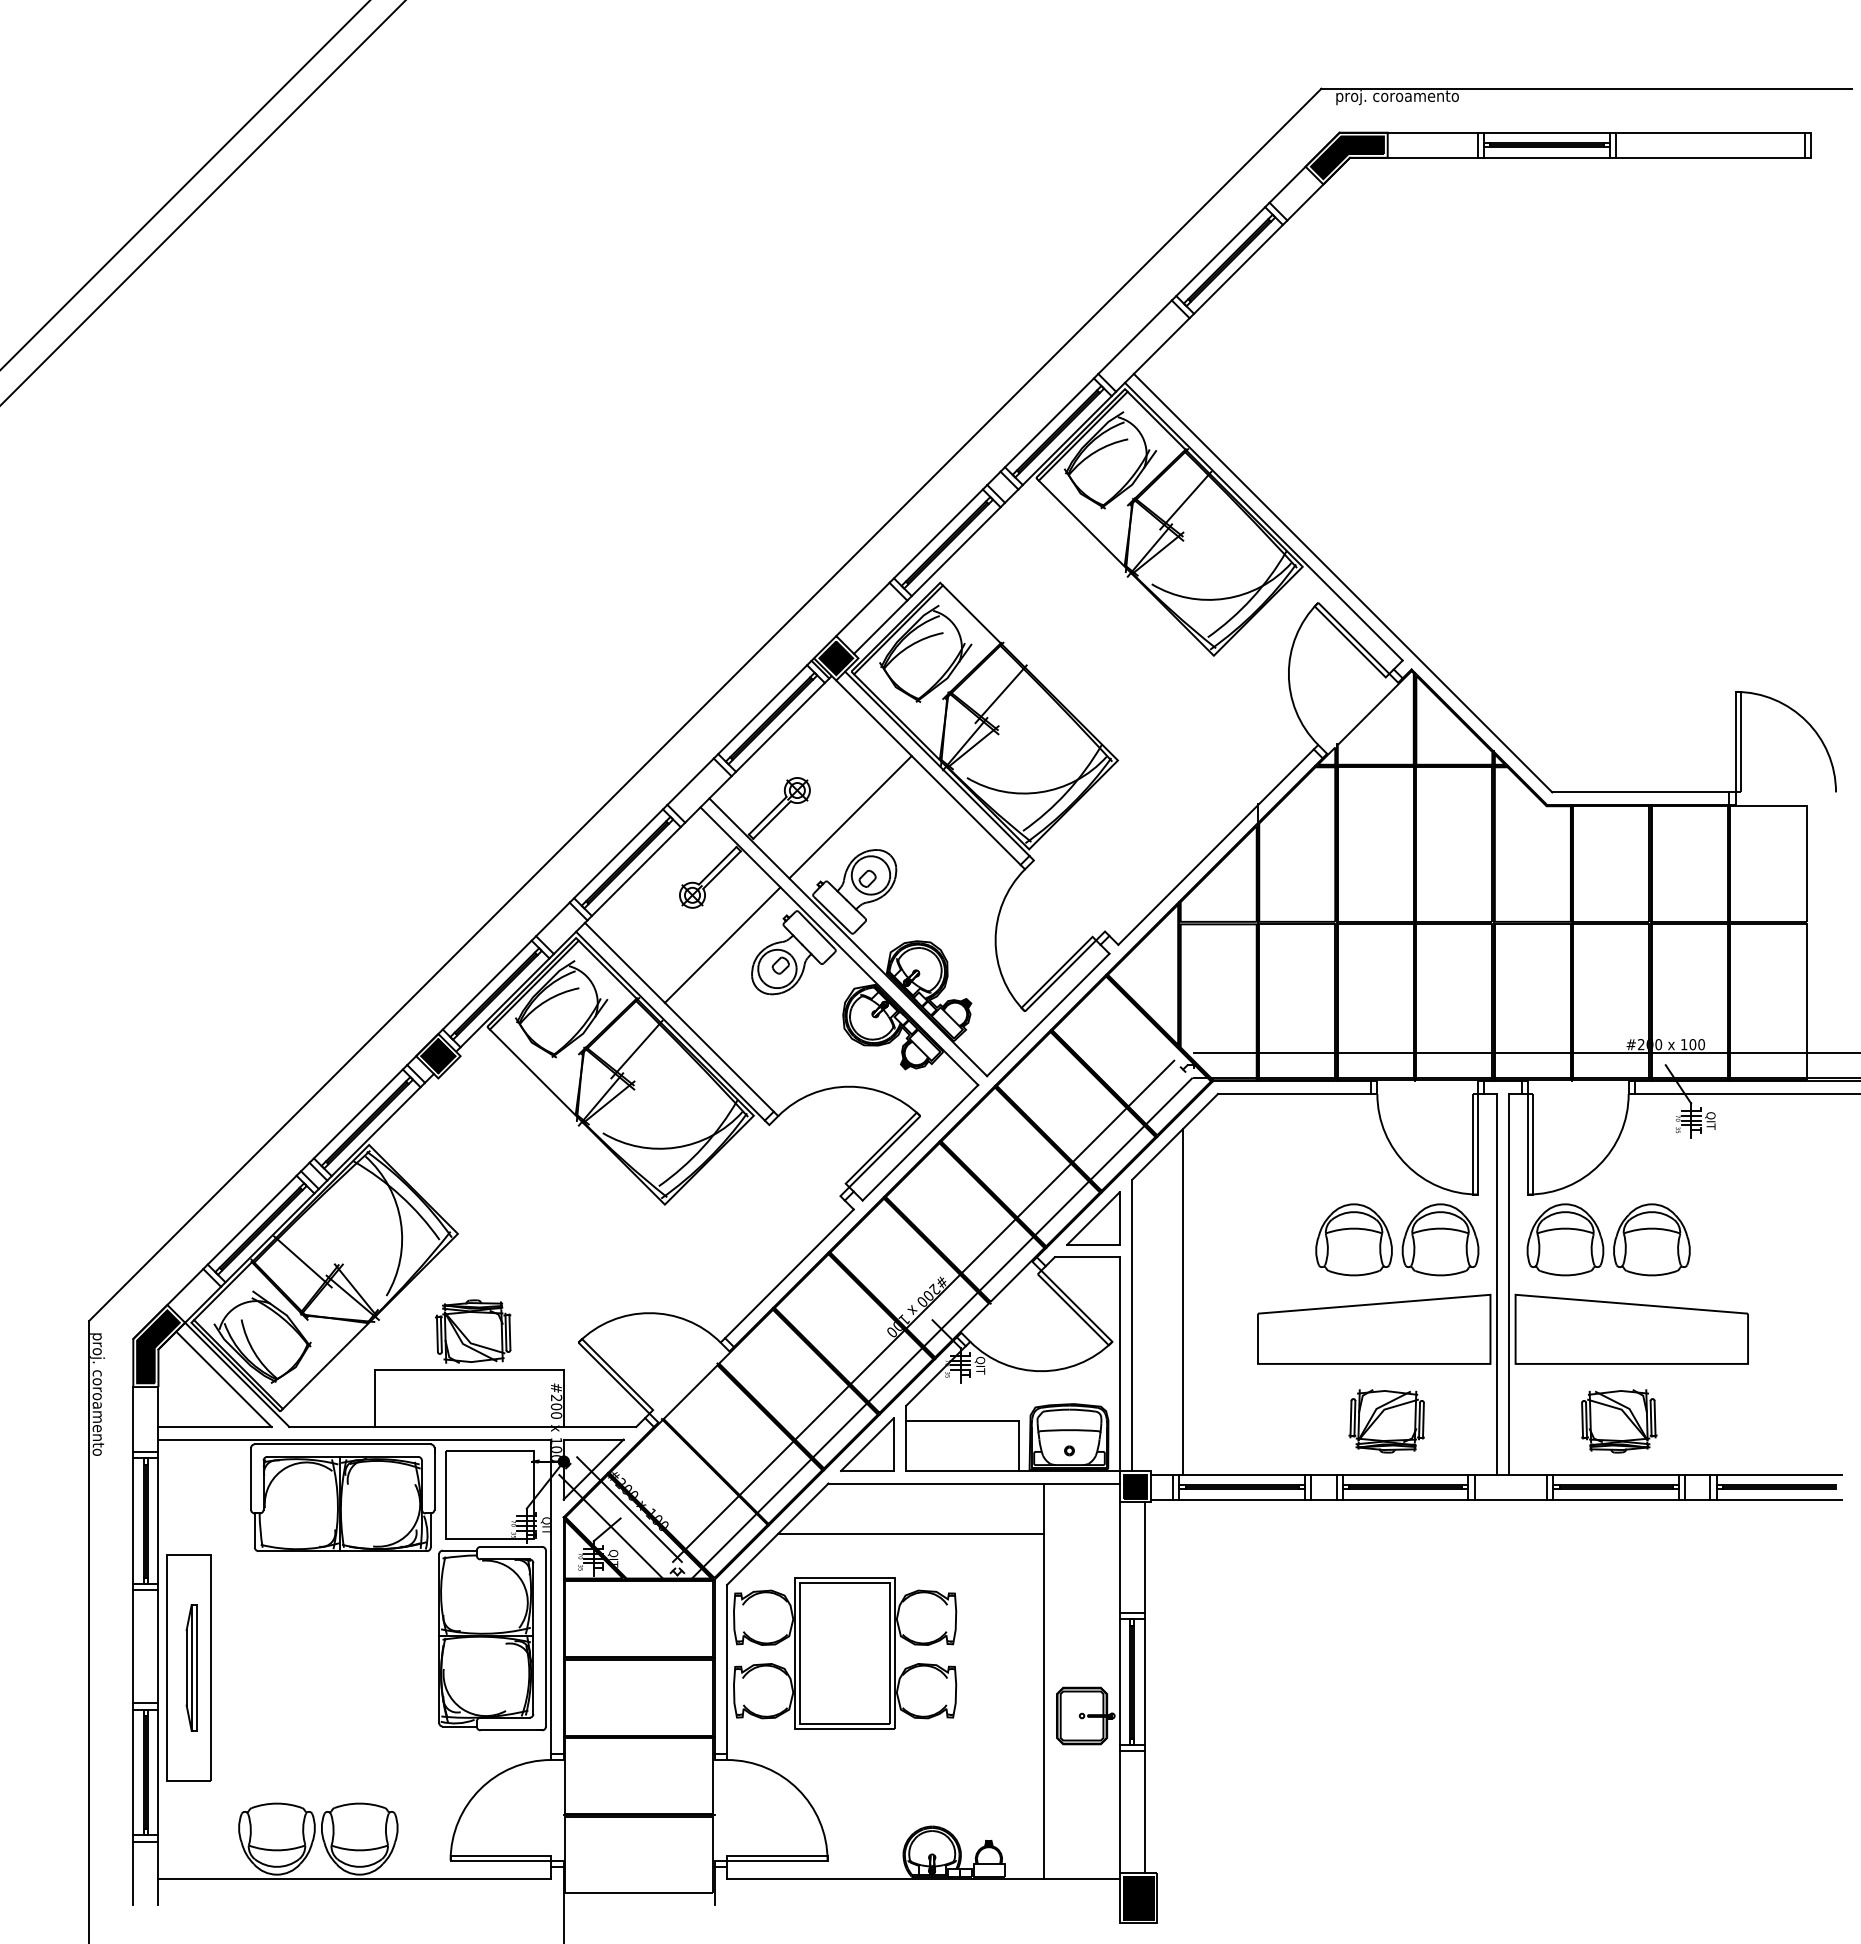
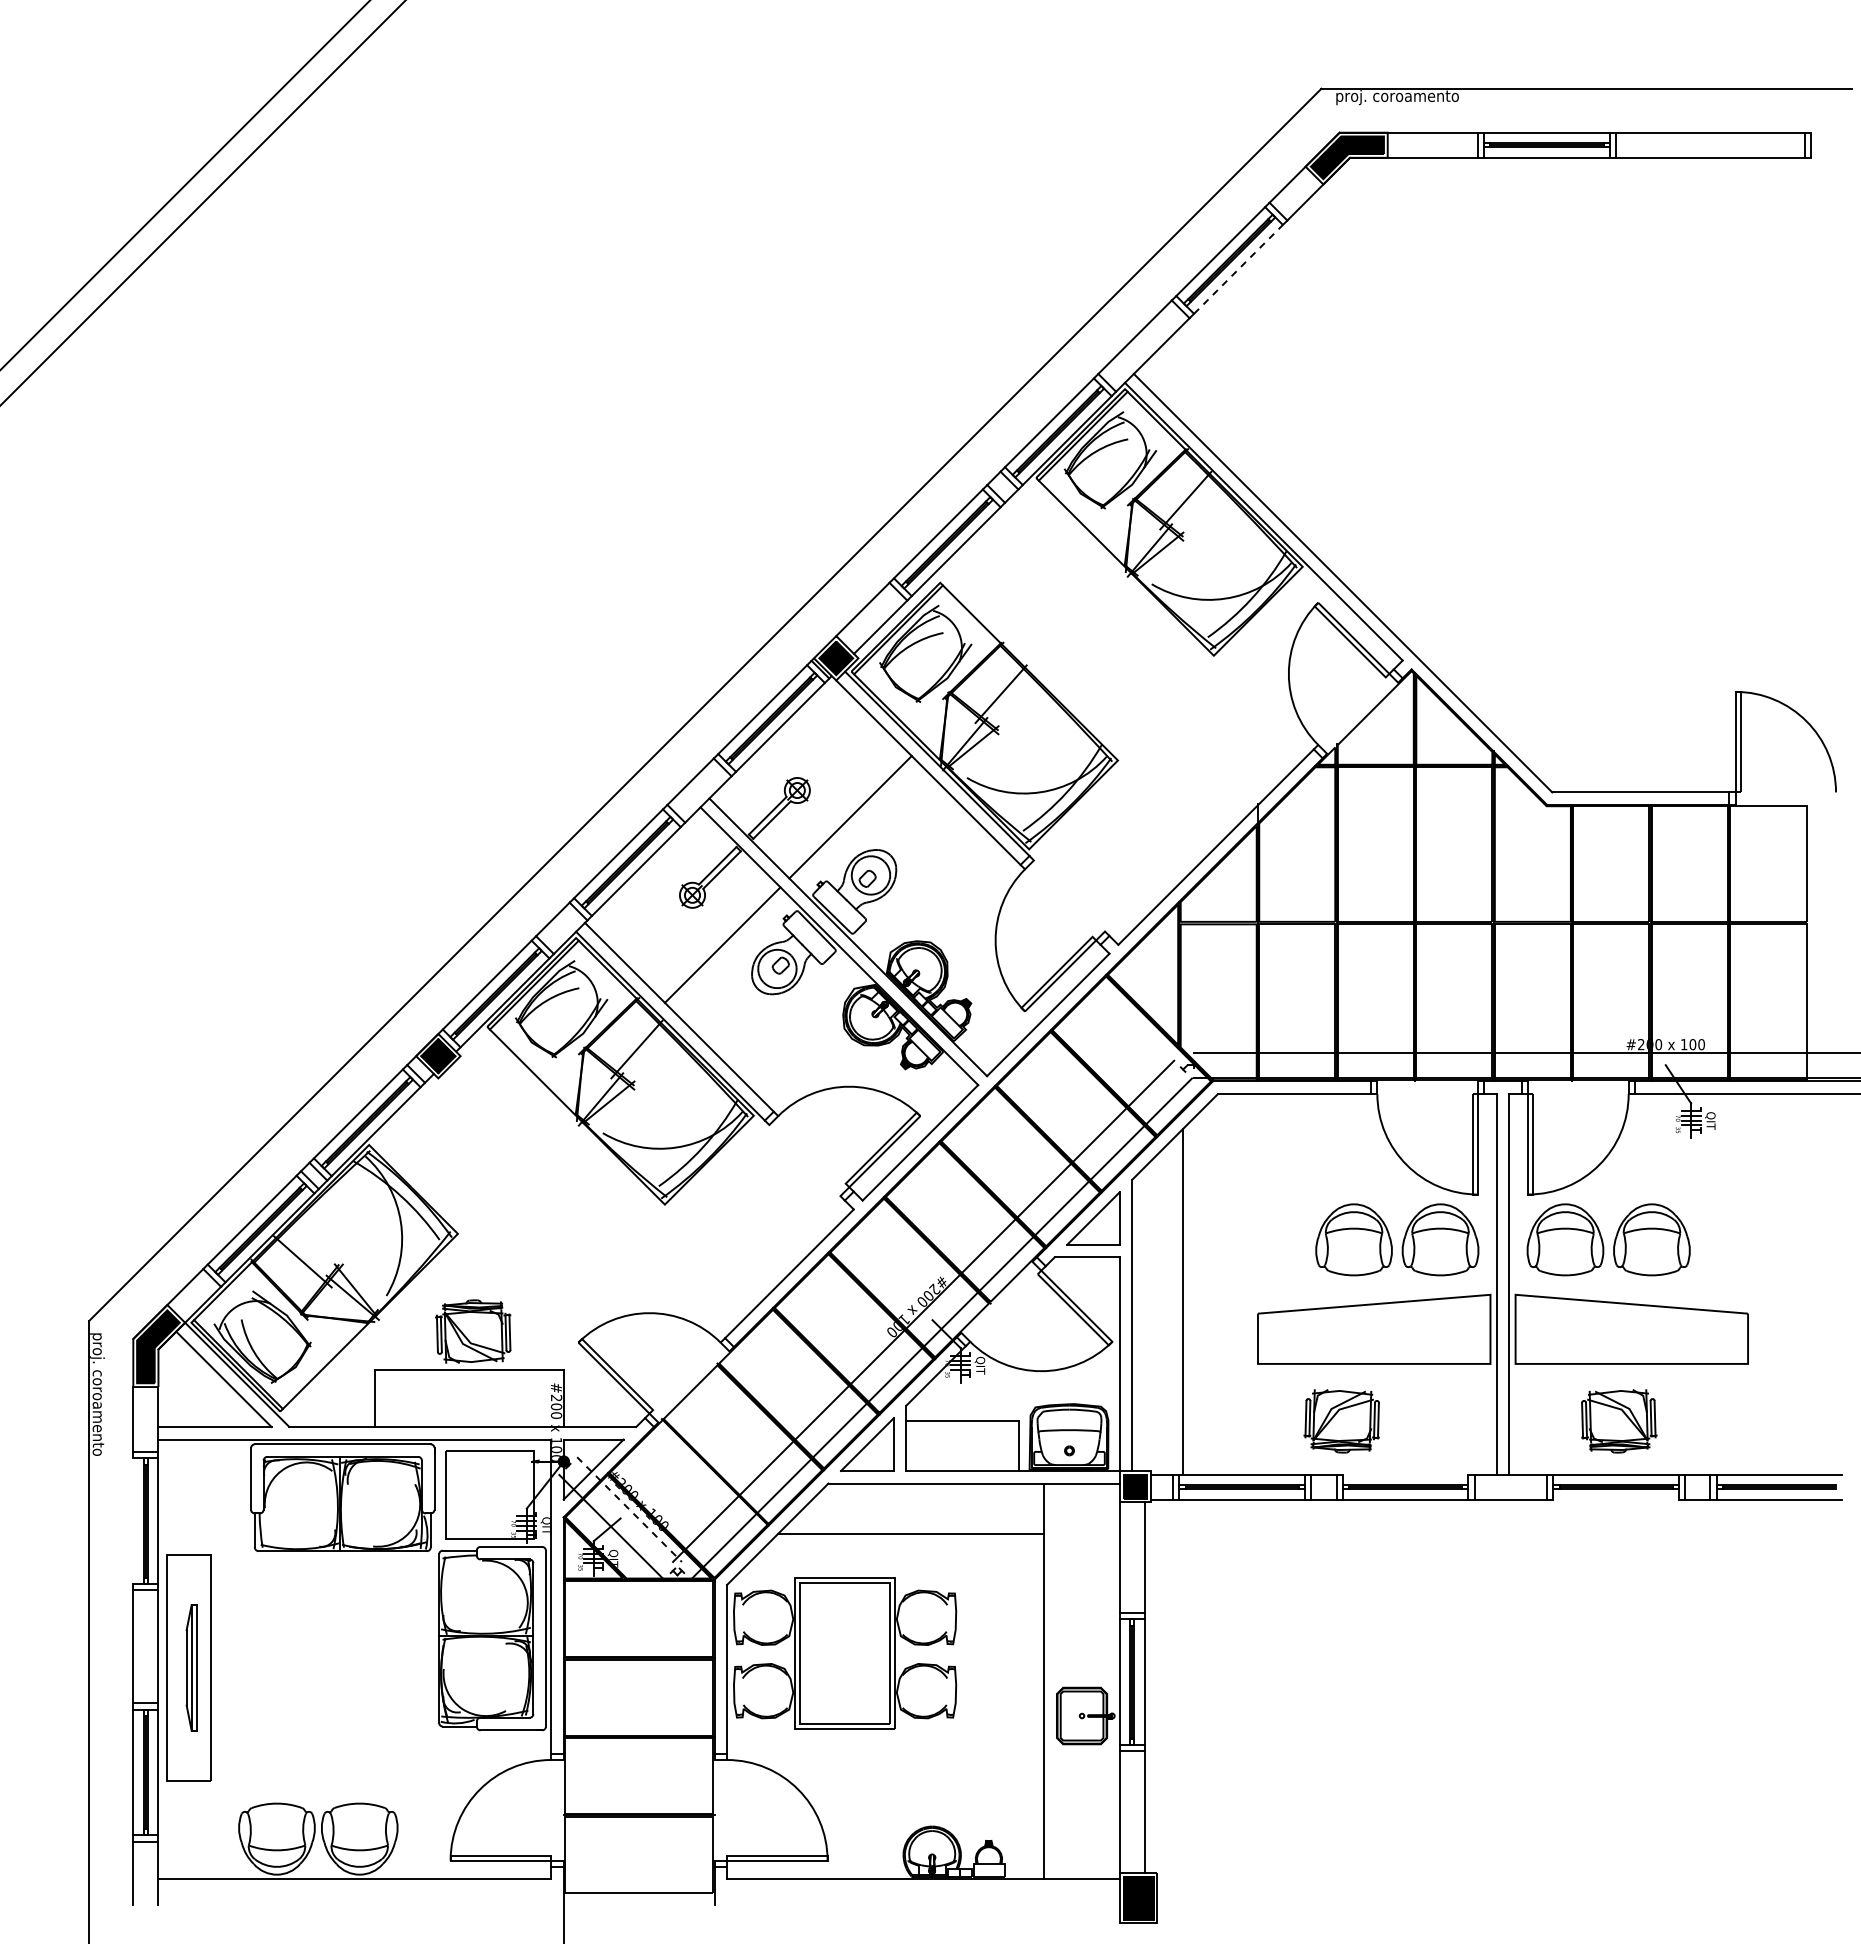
line at (1238, 269): solid -> dashed
part at (1386, 1421) position: (1386, 1421) -> (1341, 1421)
line at (1405, 1474): present -> none
line at (1615, 1499): present -> none
line at (629, 1509): solid -> dashed
line at (133, 1521): present -> none
